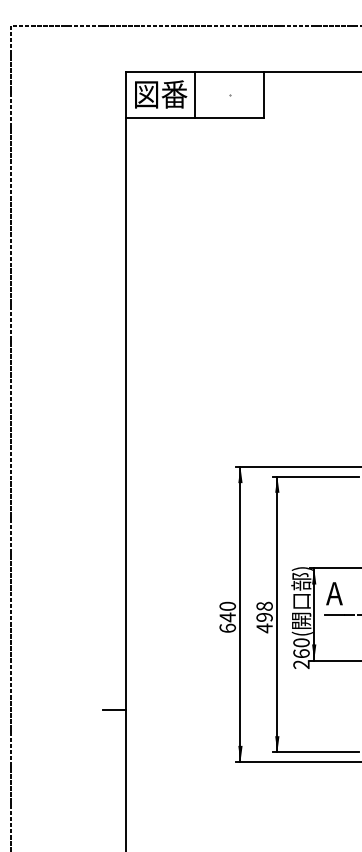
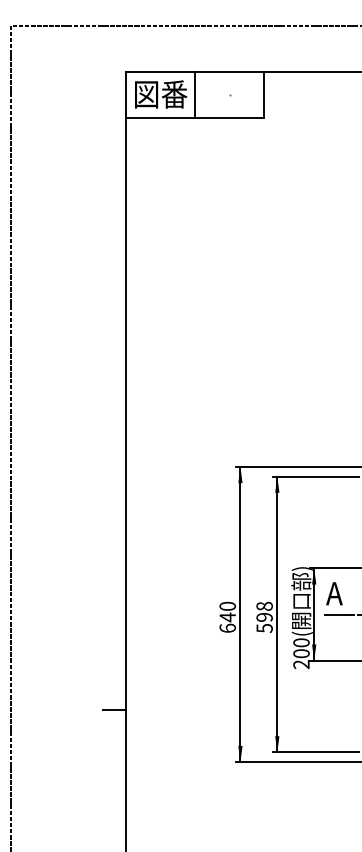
text at (264, 628): 498 -> 598
text at (301, 653): 260( -> 200(
